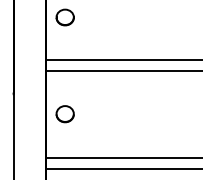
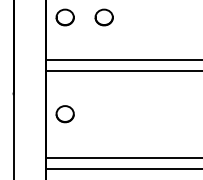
part at (103, 17): none -> present
